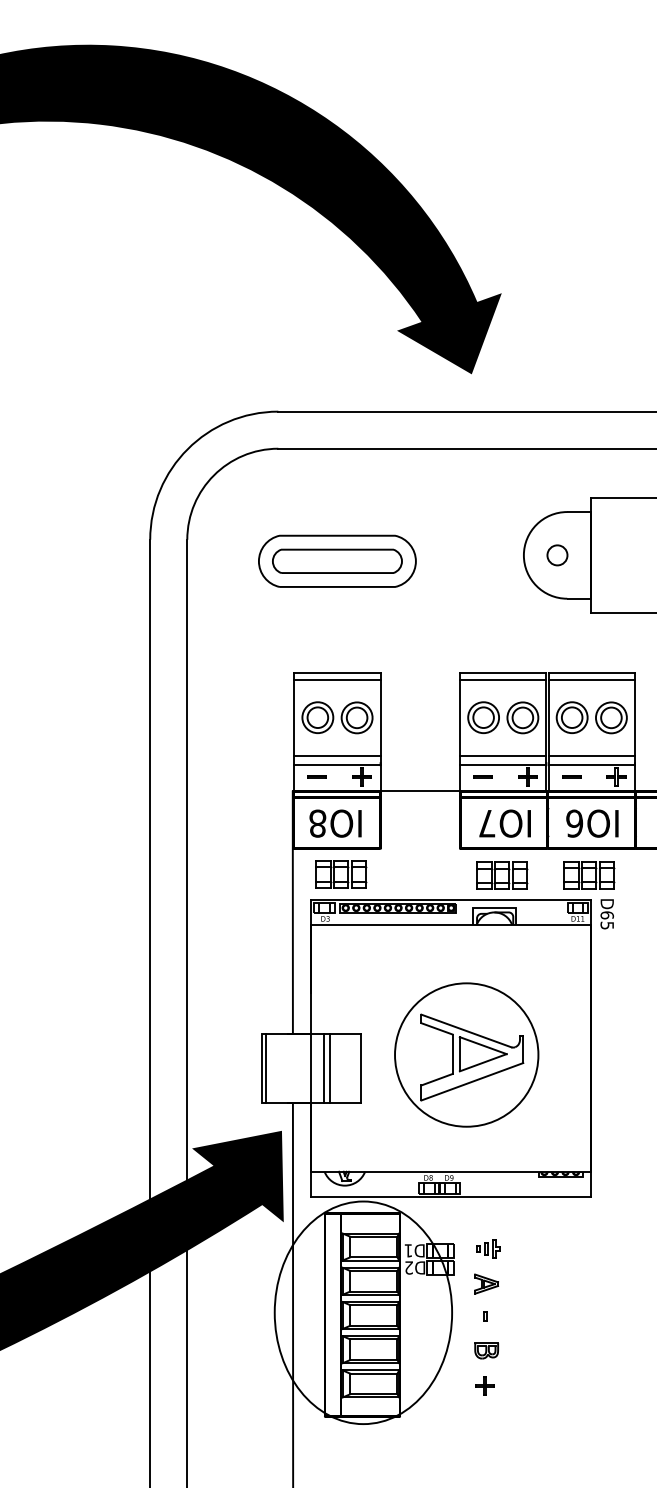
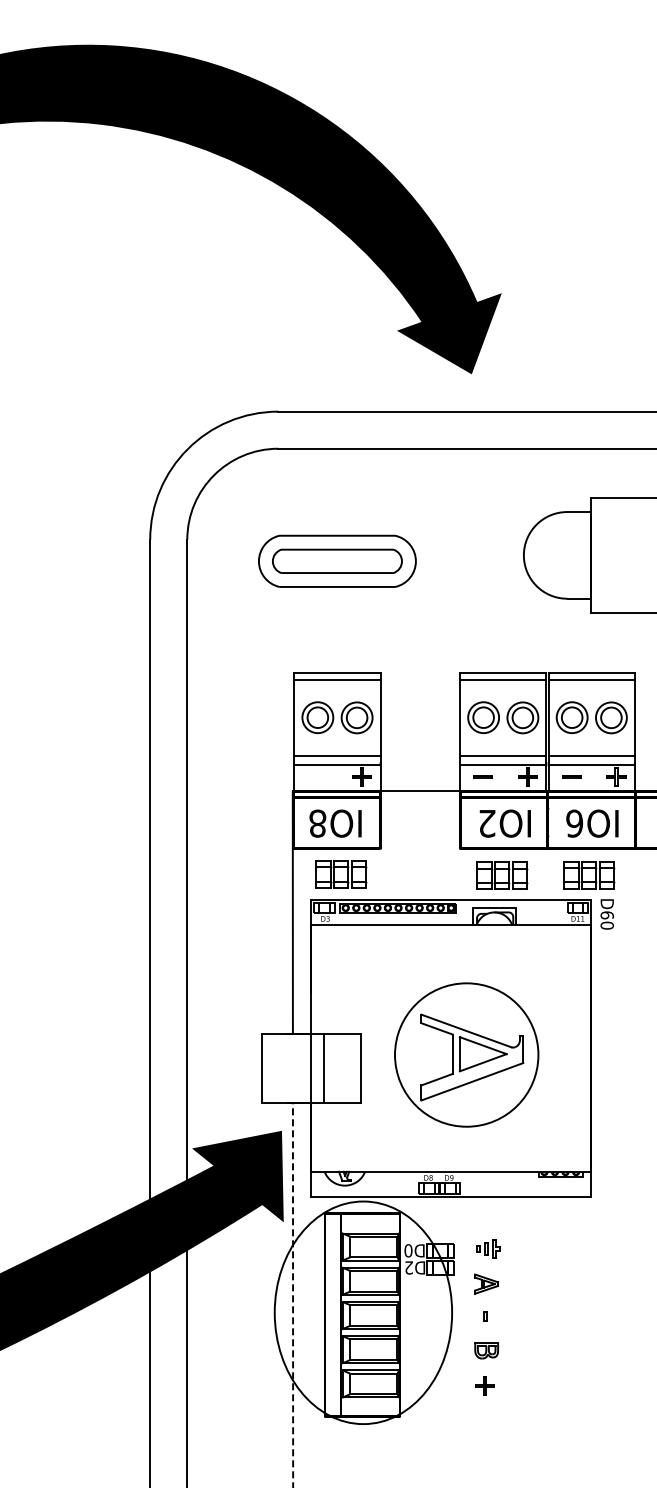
circle at (557, 555): present -> none
line at (316, 776): present -> none
text at (487, 823): IO7 -> IO2
text at (606, 925): D65 -> D60
line at (266, 1068): present -> none
line at (329, 1068): present -> none
text at (408, 1250): D1 -> D0
line at (293, 1295): solid -> dashed
